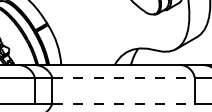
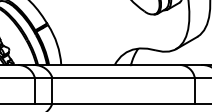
line at (124, 77): dashed -> solid
line at (124, 103): dashed -> solid
